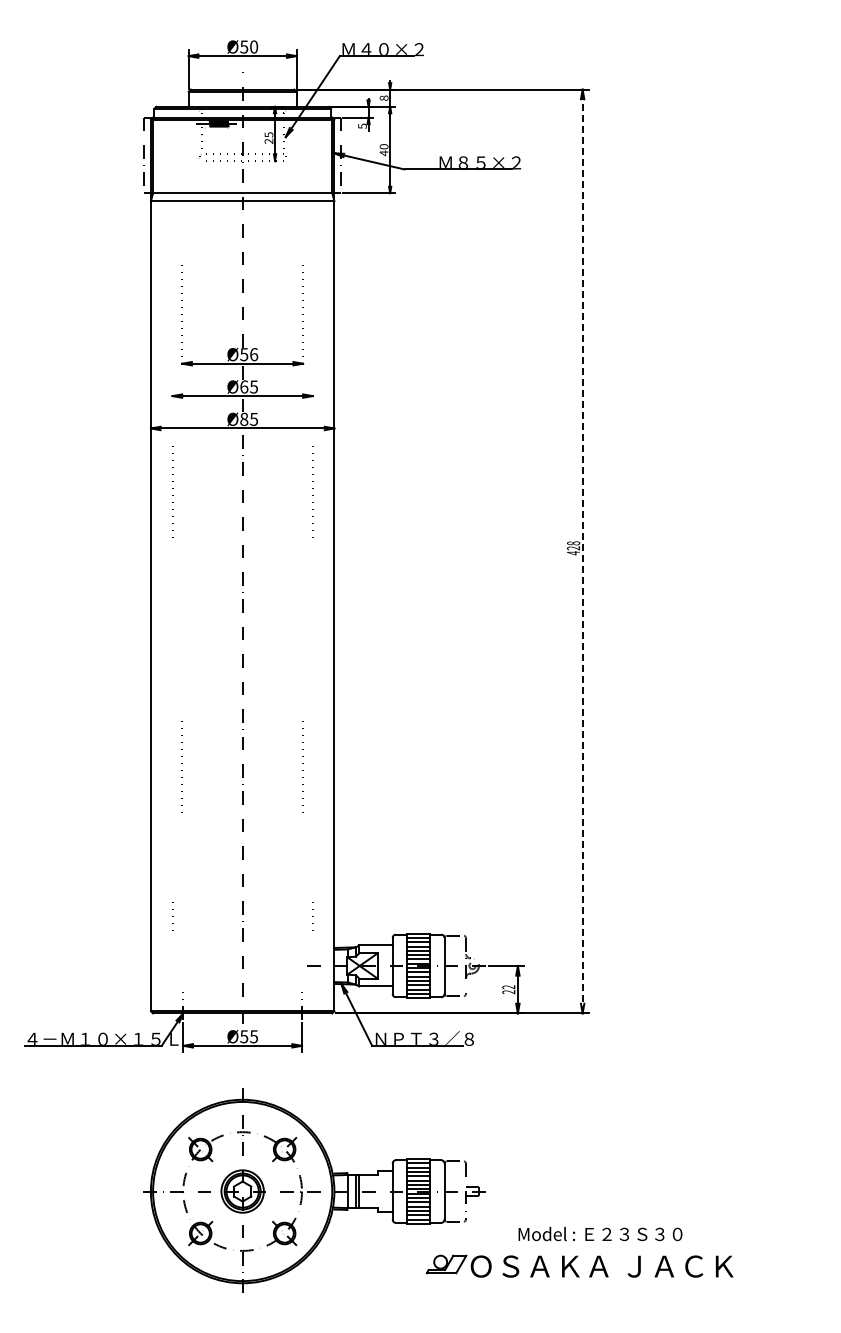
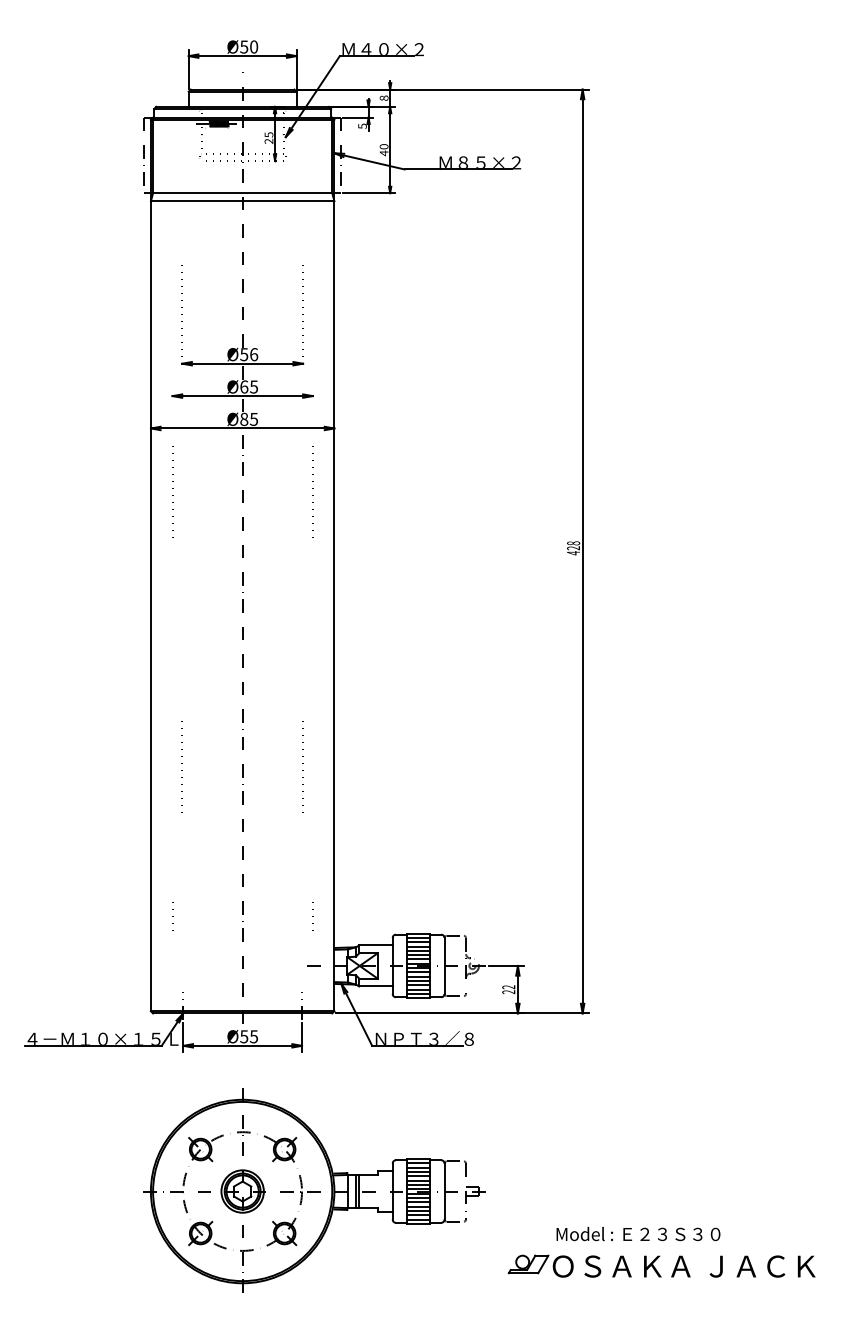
line at (582, 551): dashed -> solid
text at (600, 1234) position: (600, 1234) -> (638, 1234)
part at (573, 1267) position: (573, 1267) -> (655, 1267)
